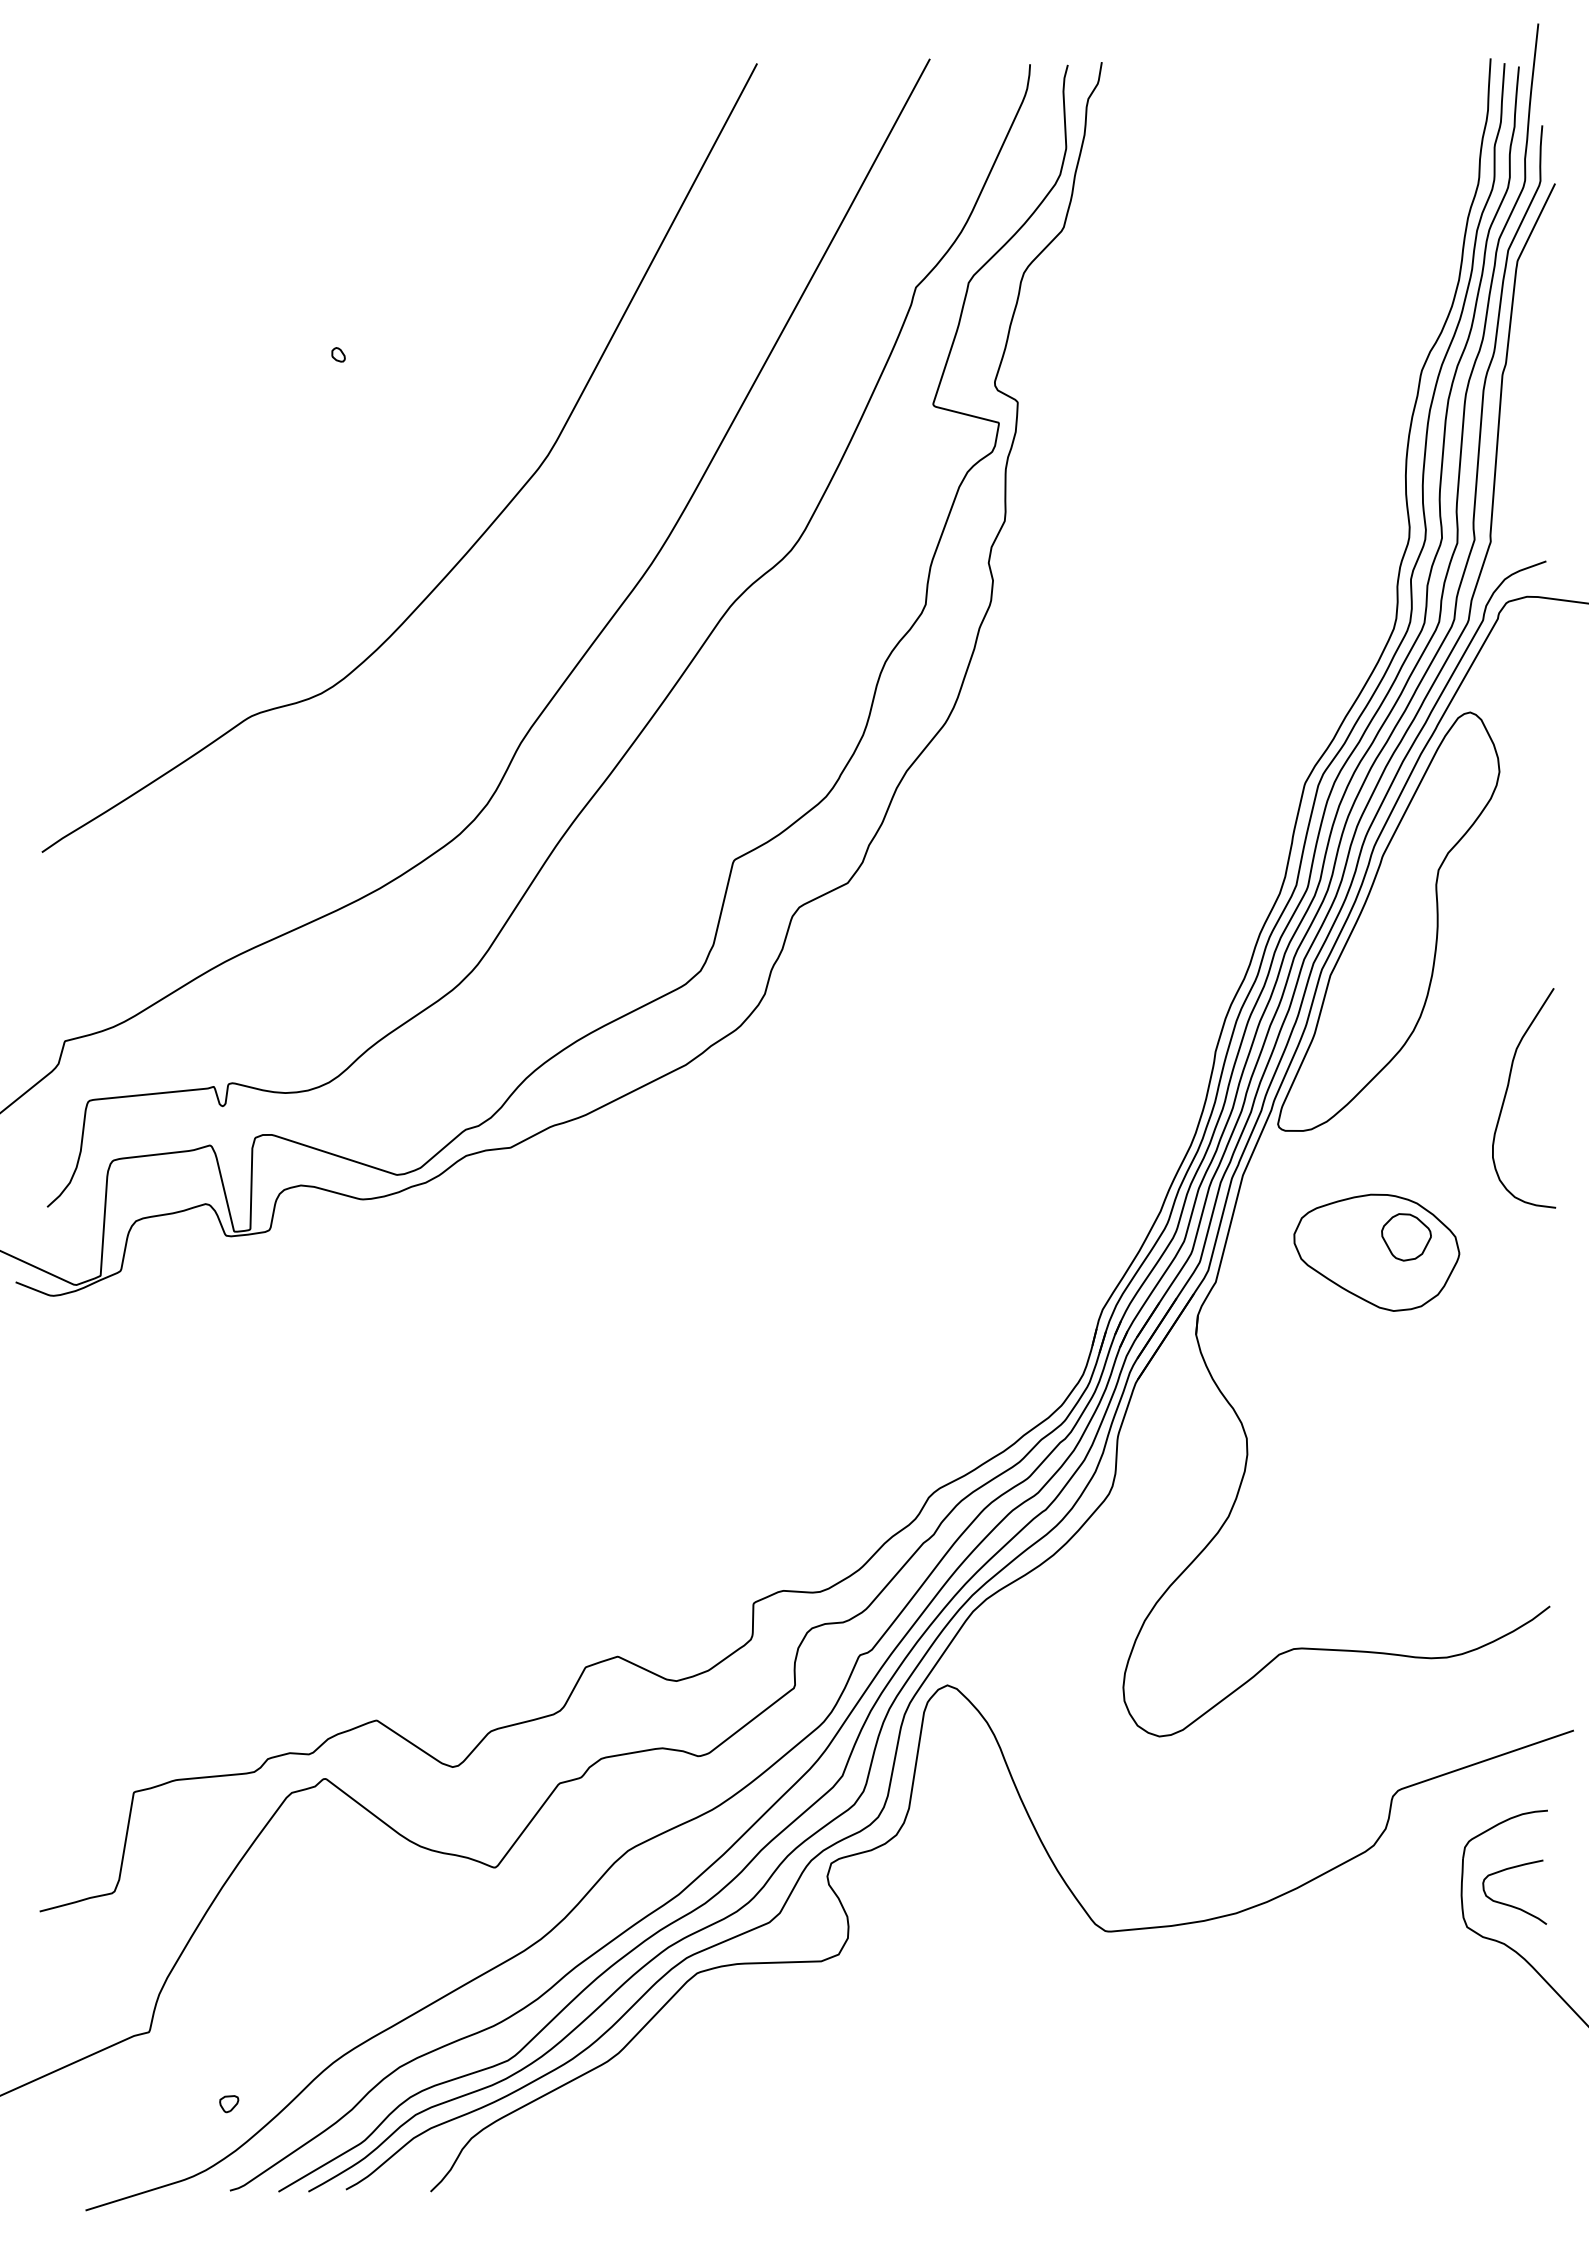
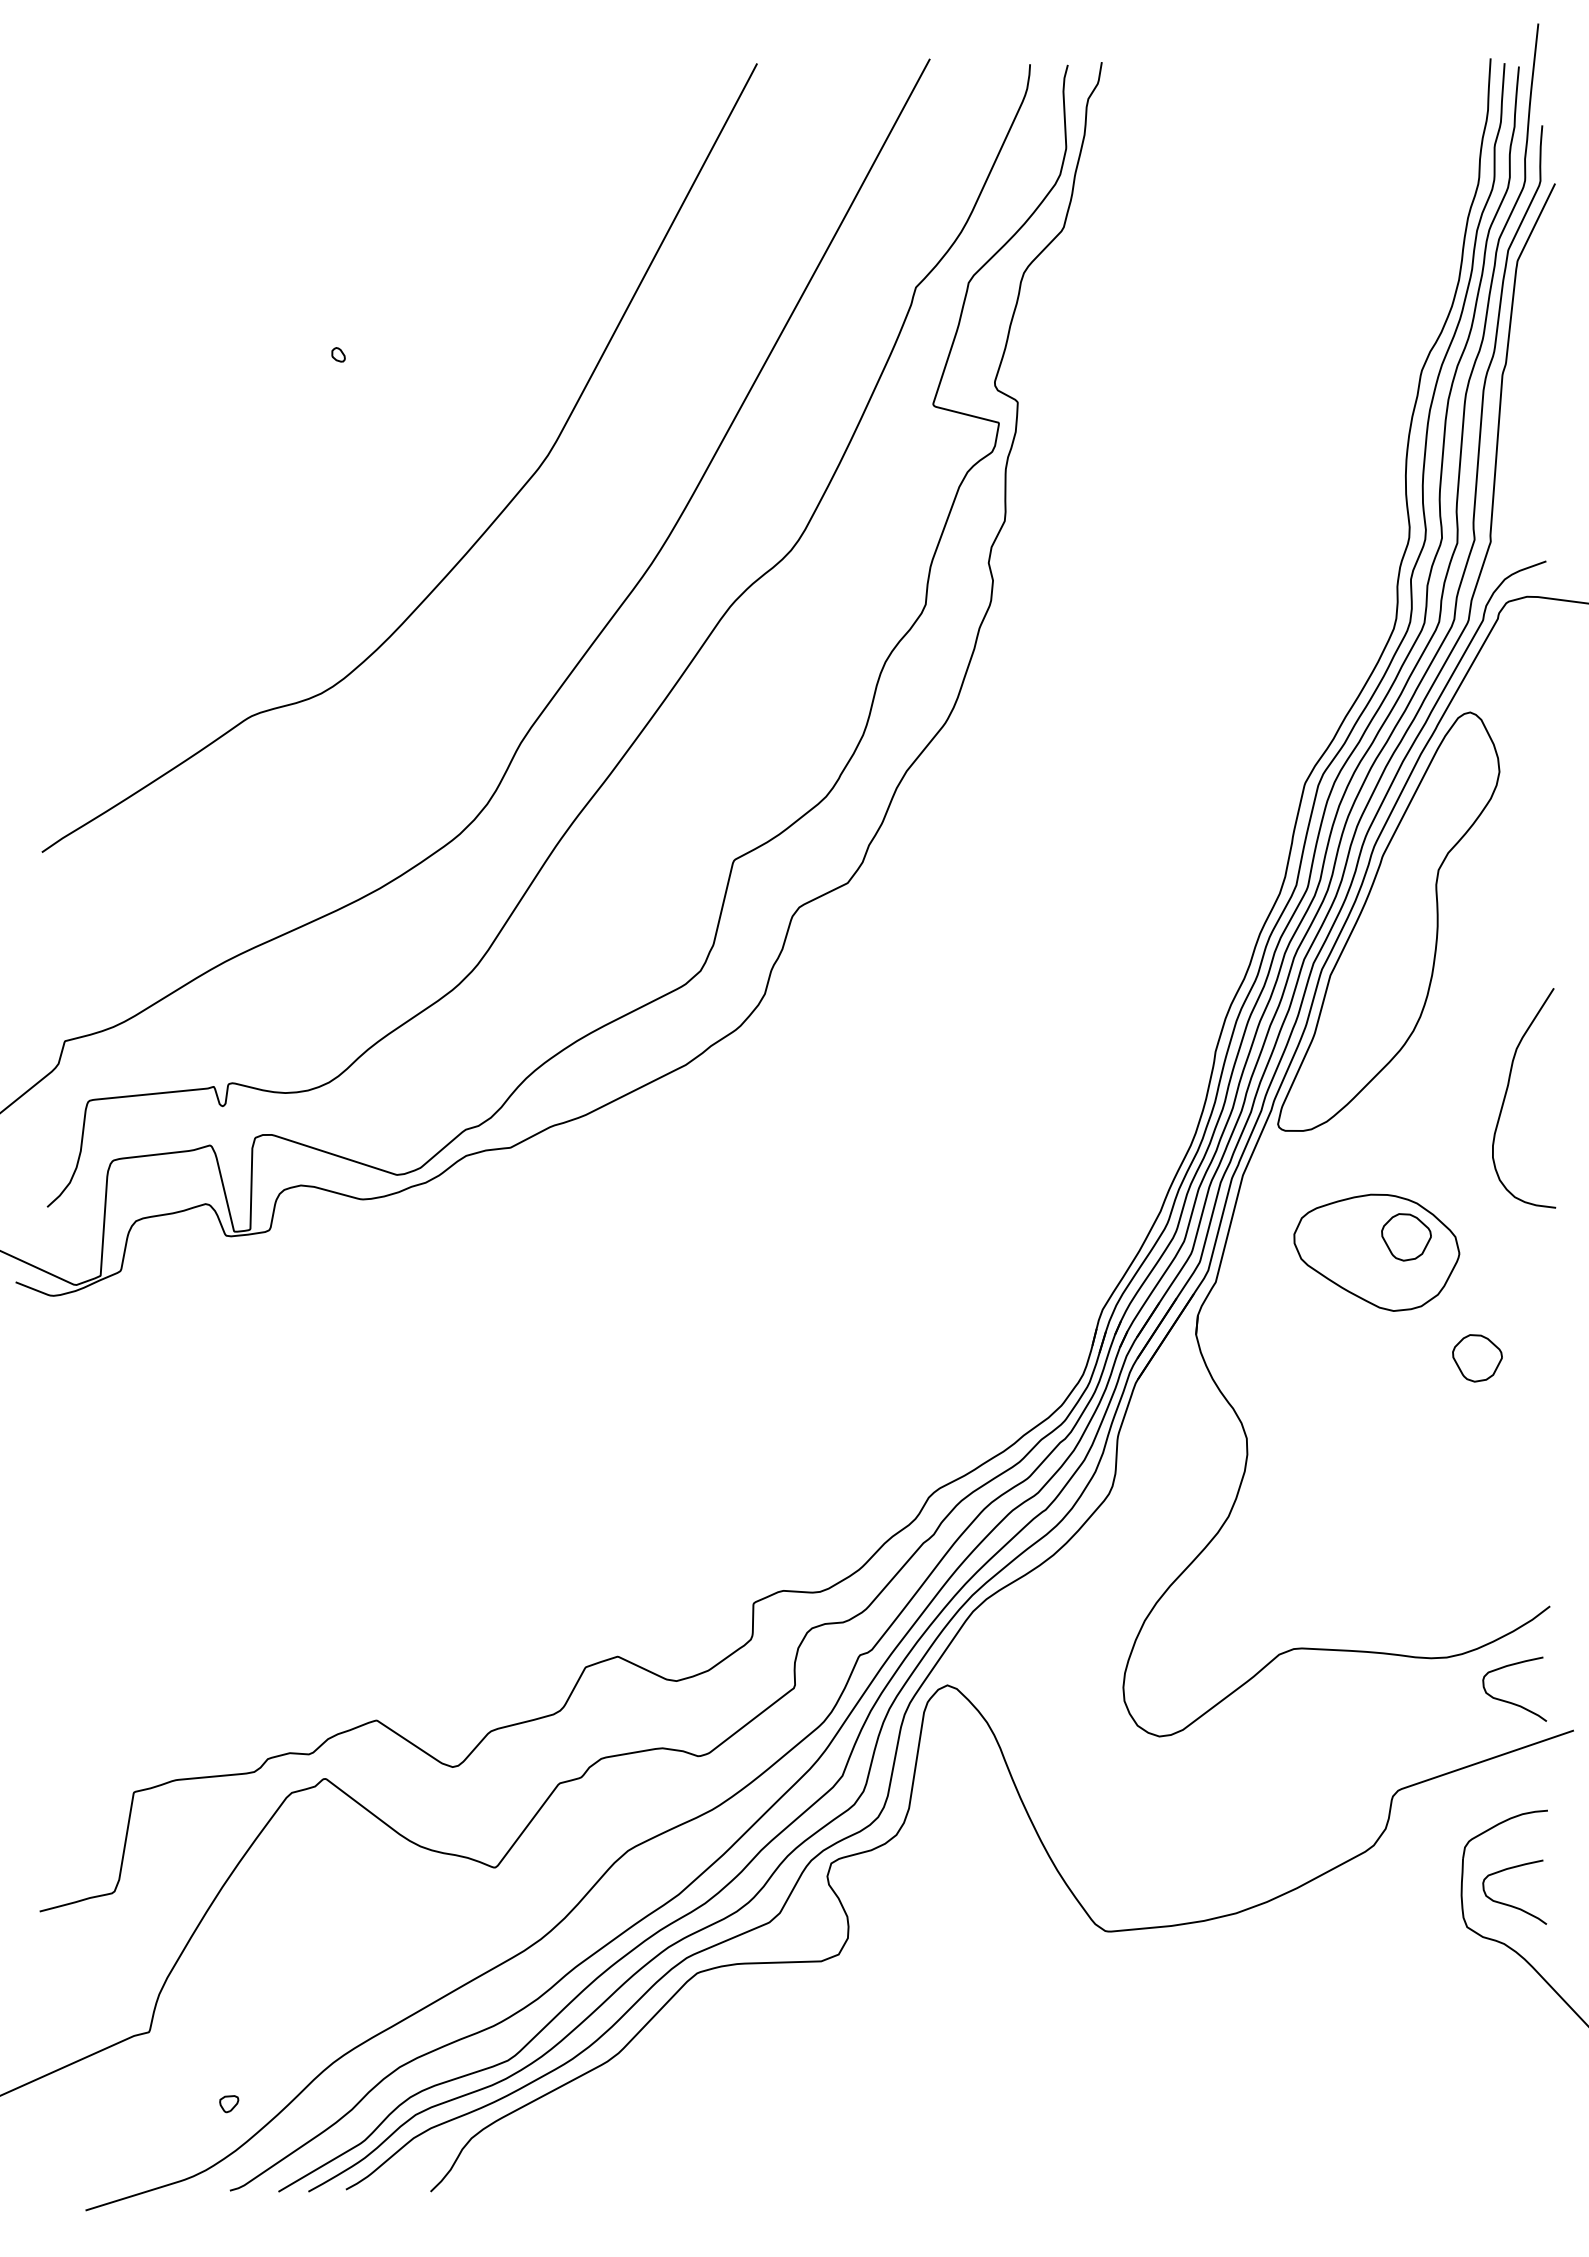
part at (1477, 1358): none -> present
curve at (1509, 1701): none -> present
